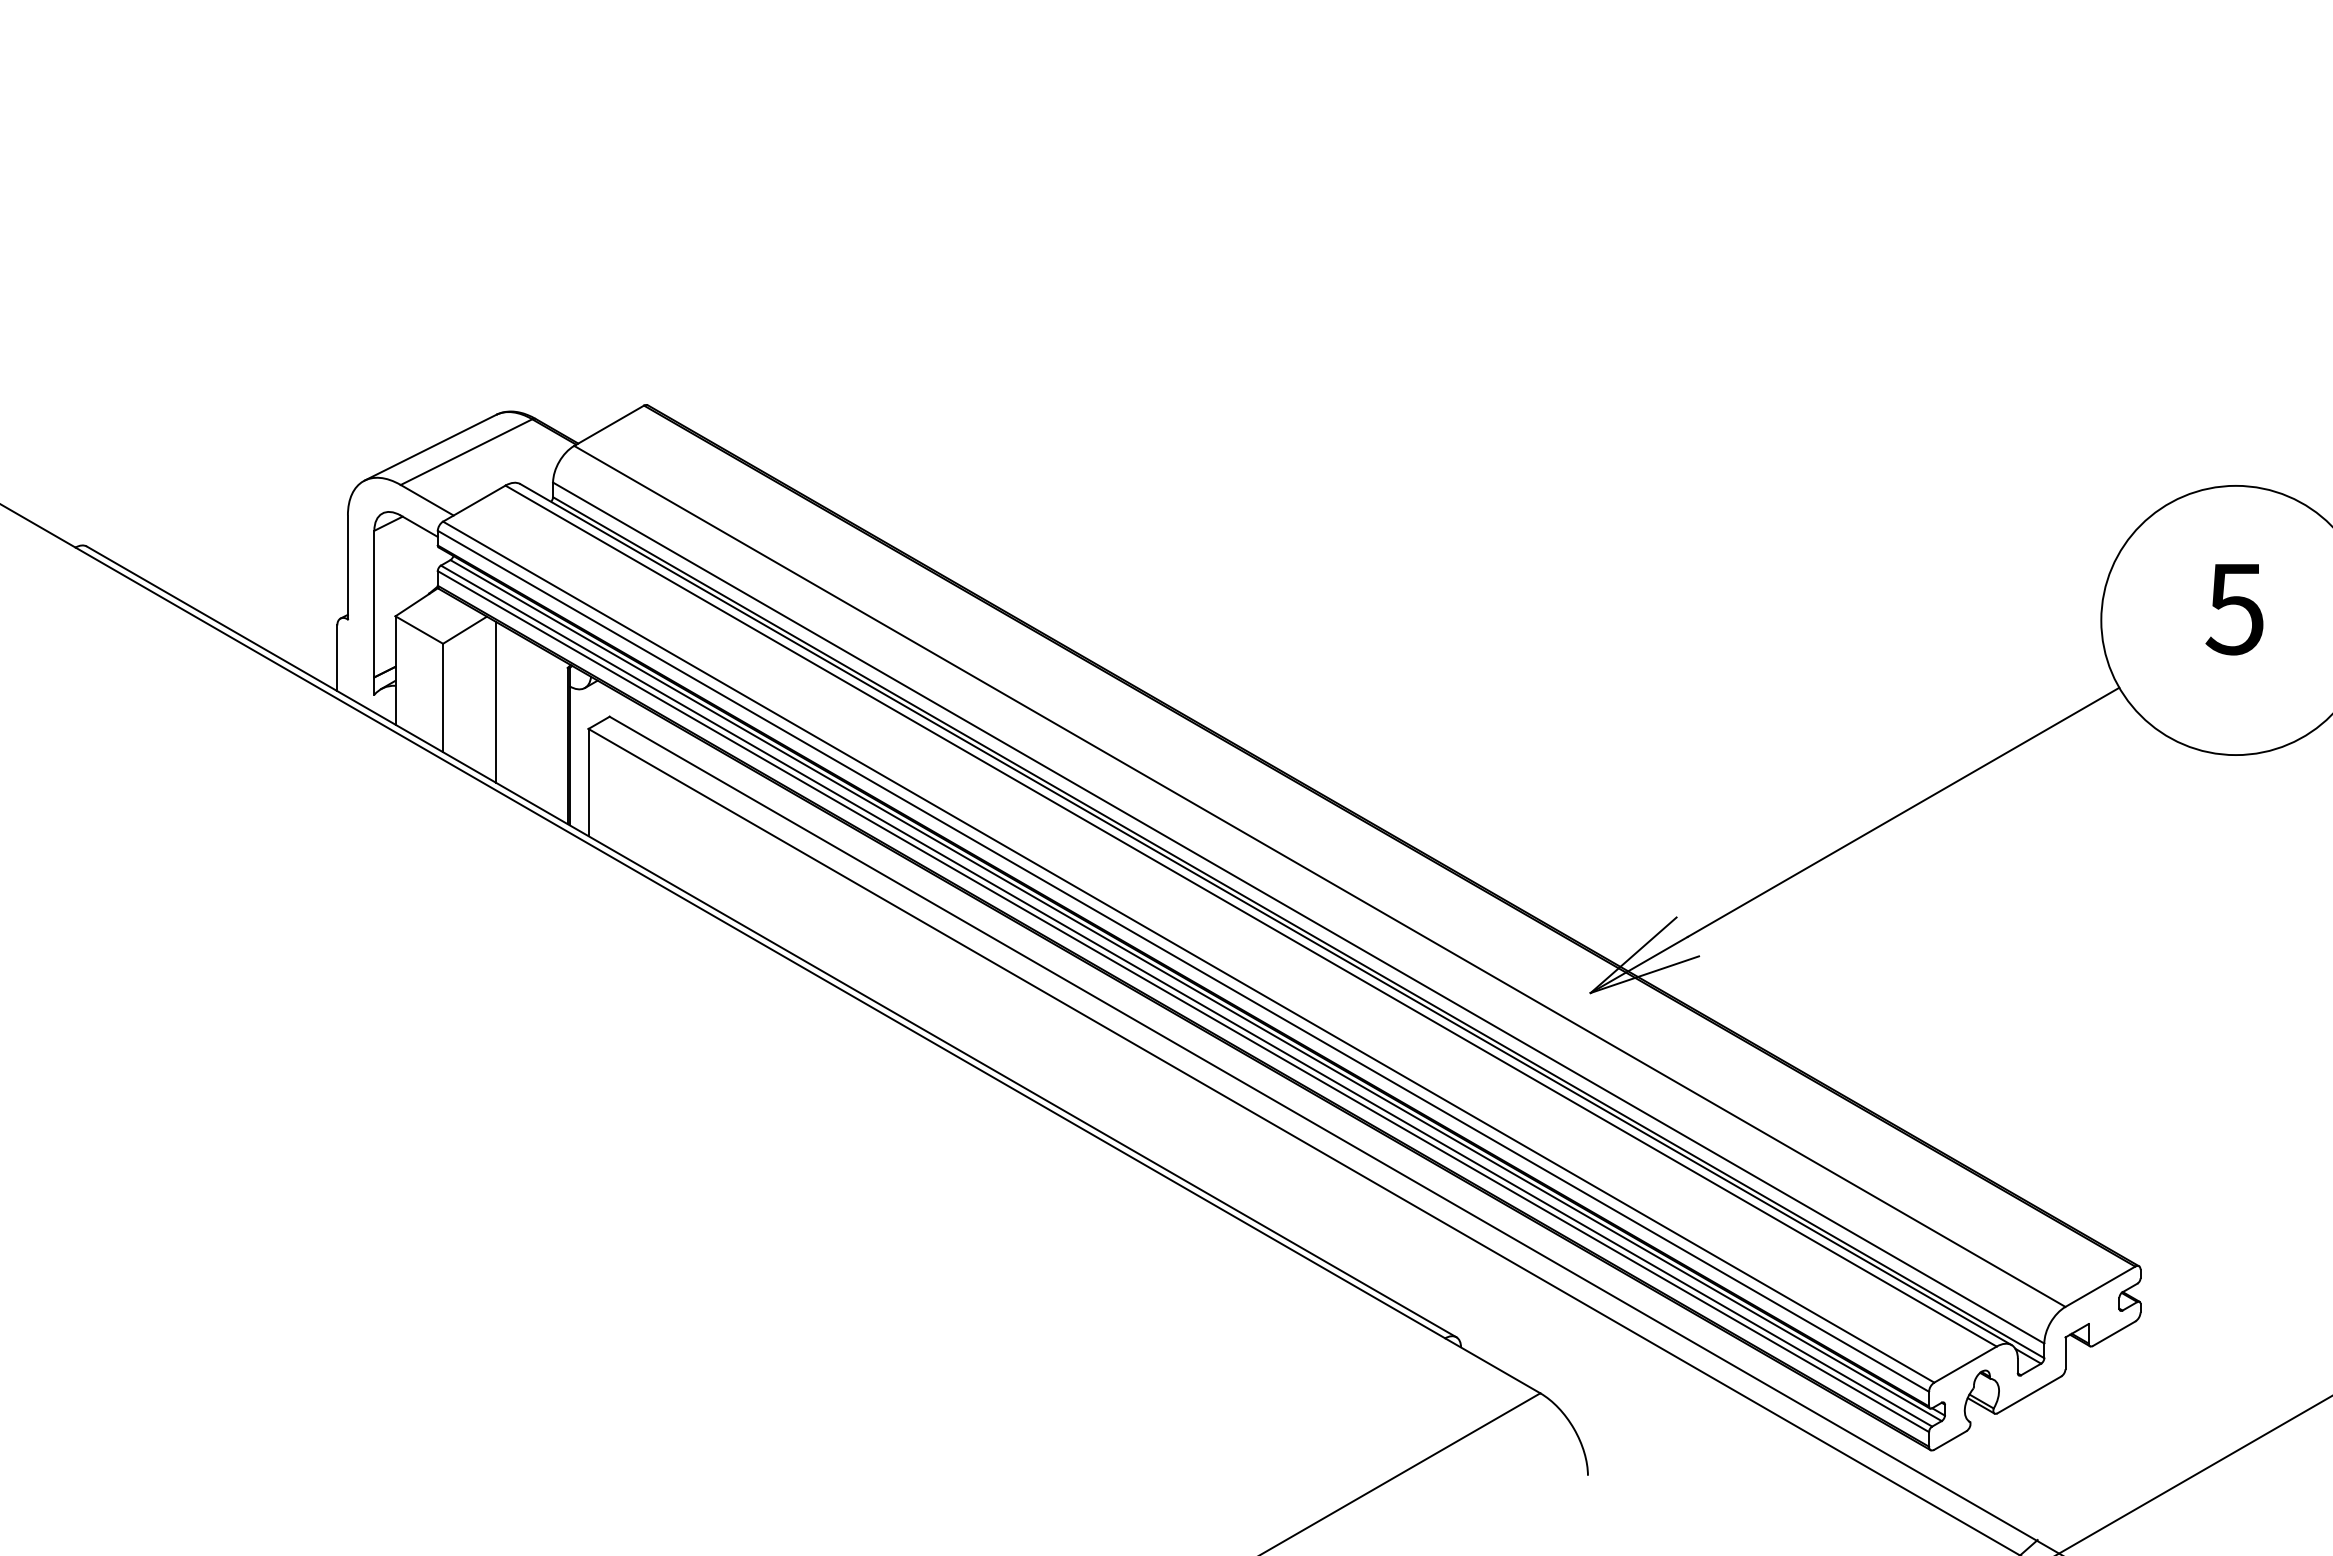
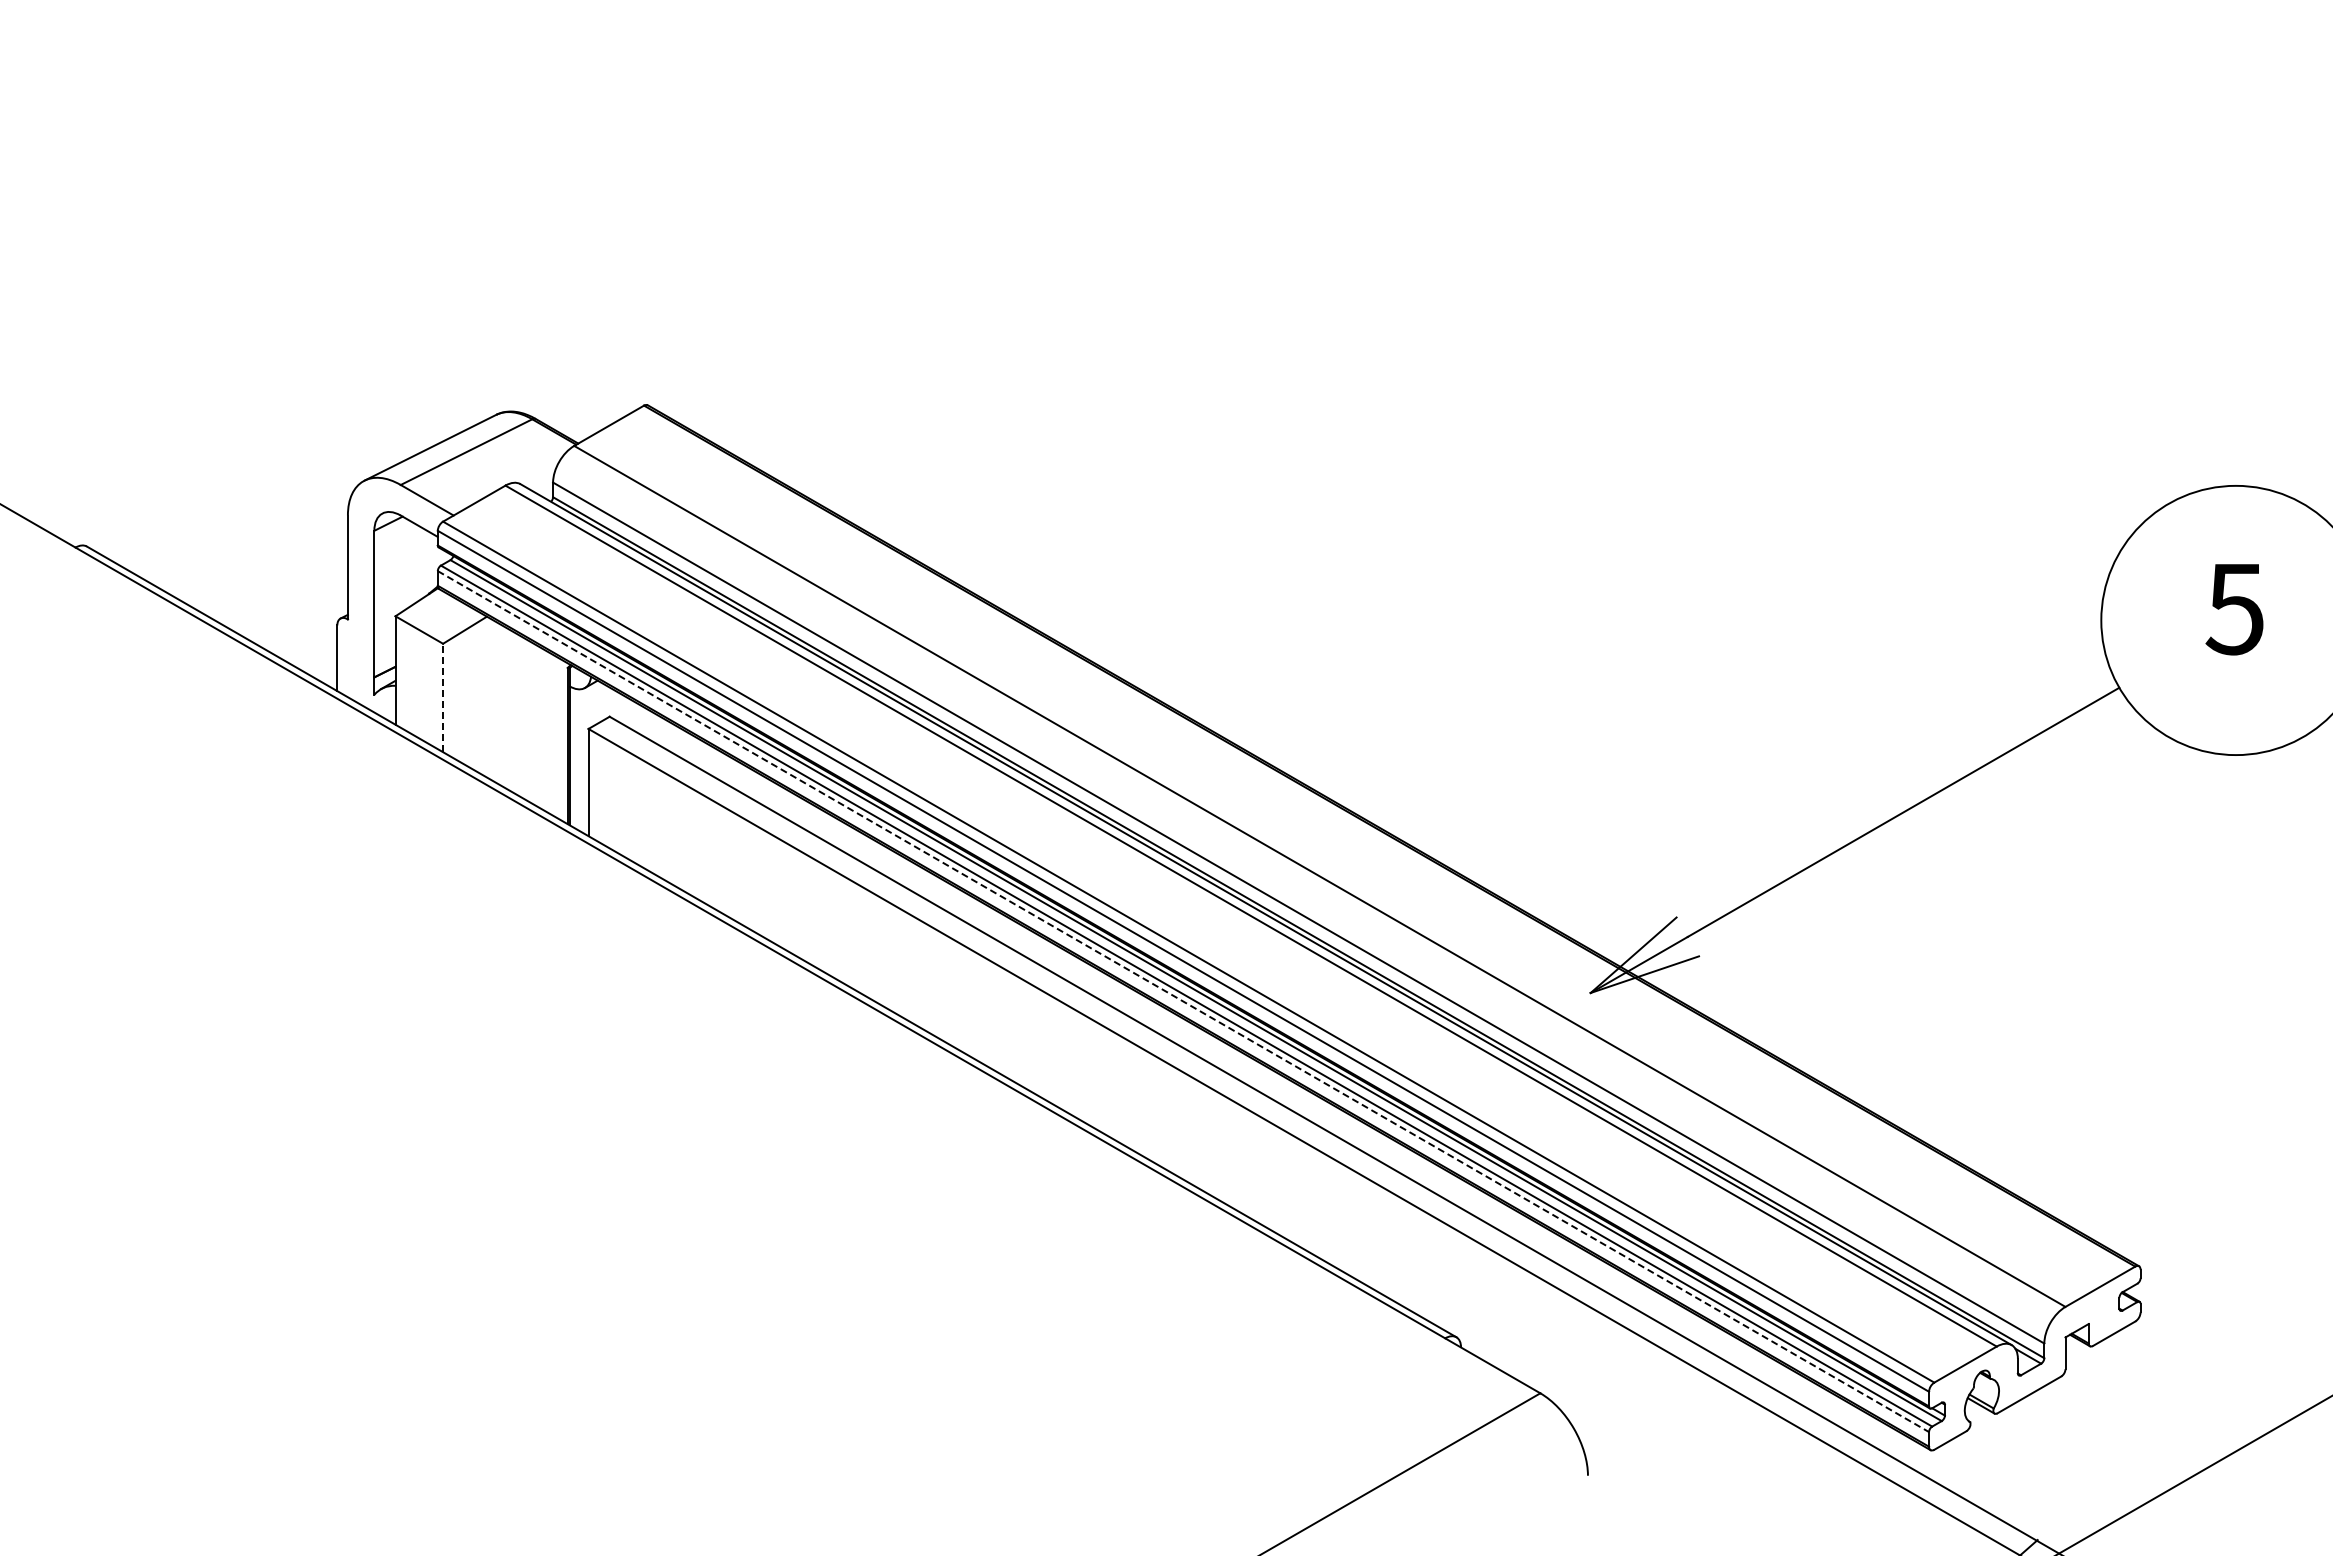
line at (443, 697): solid -> dashed
line at (495, 701): present -> none
line at (1183, 1001): solid -> dashed
